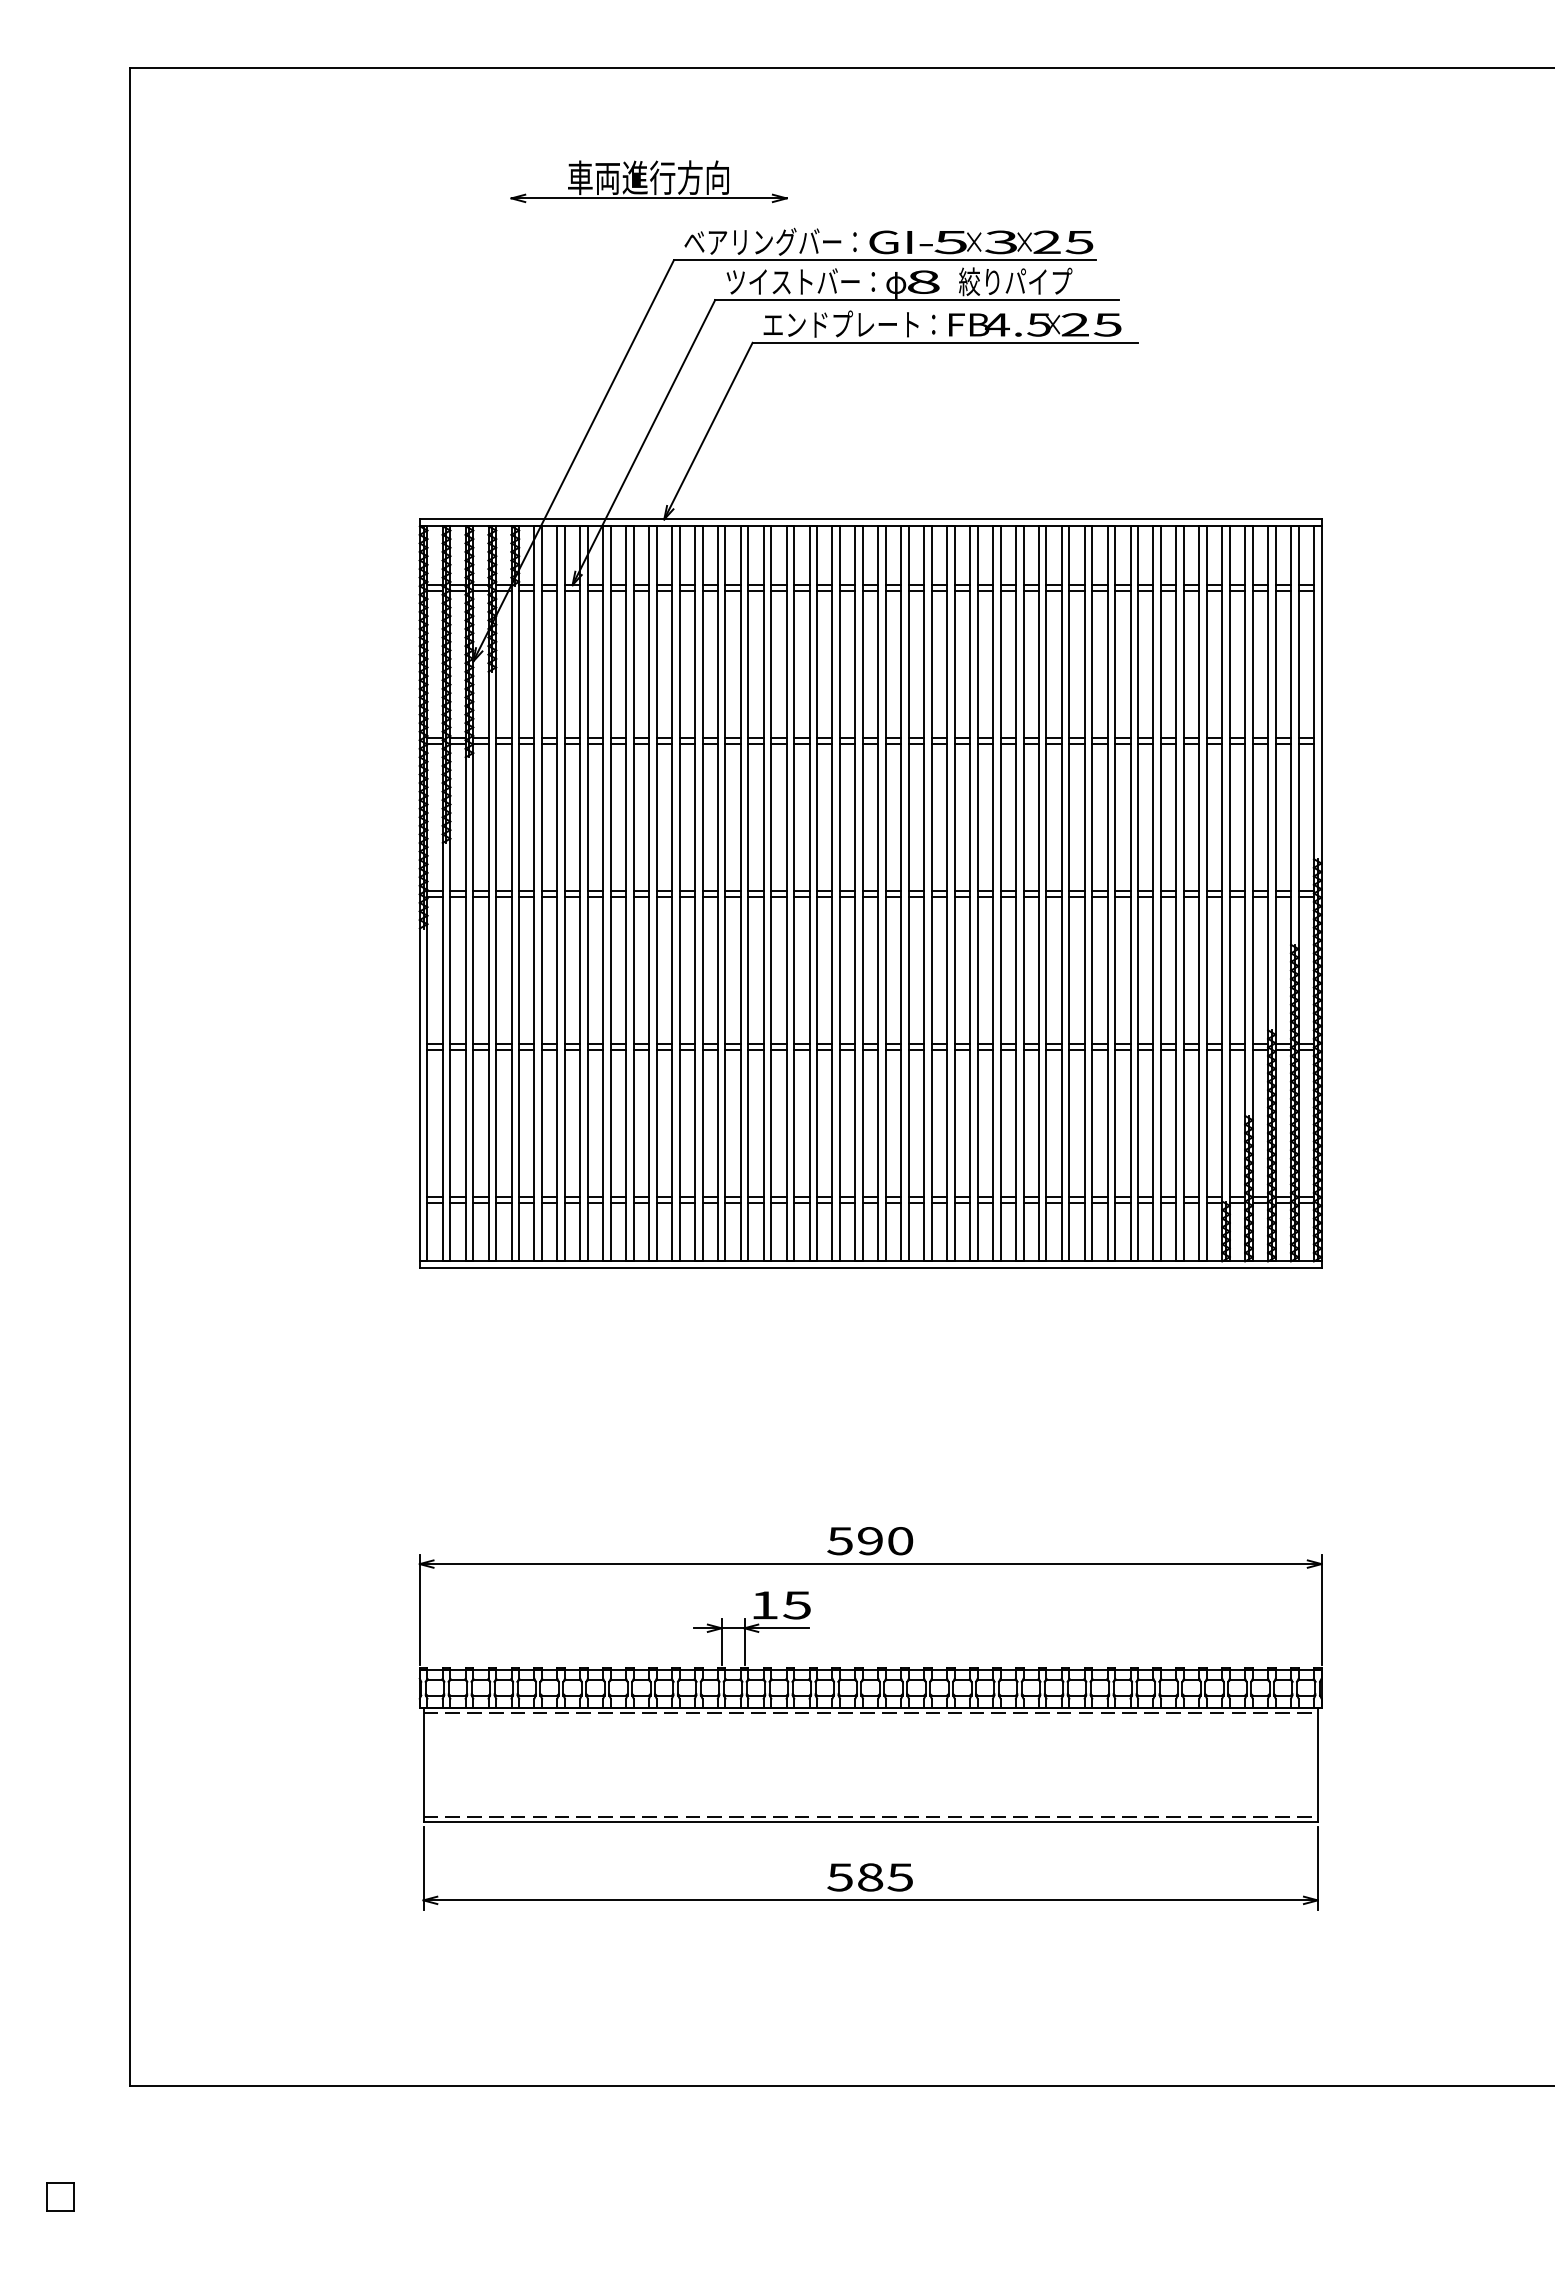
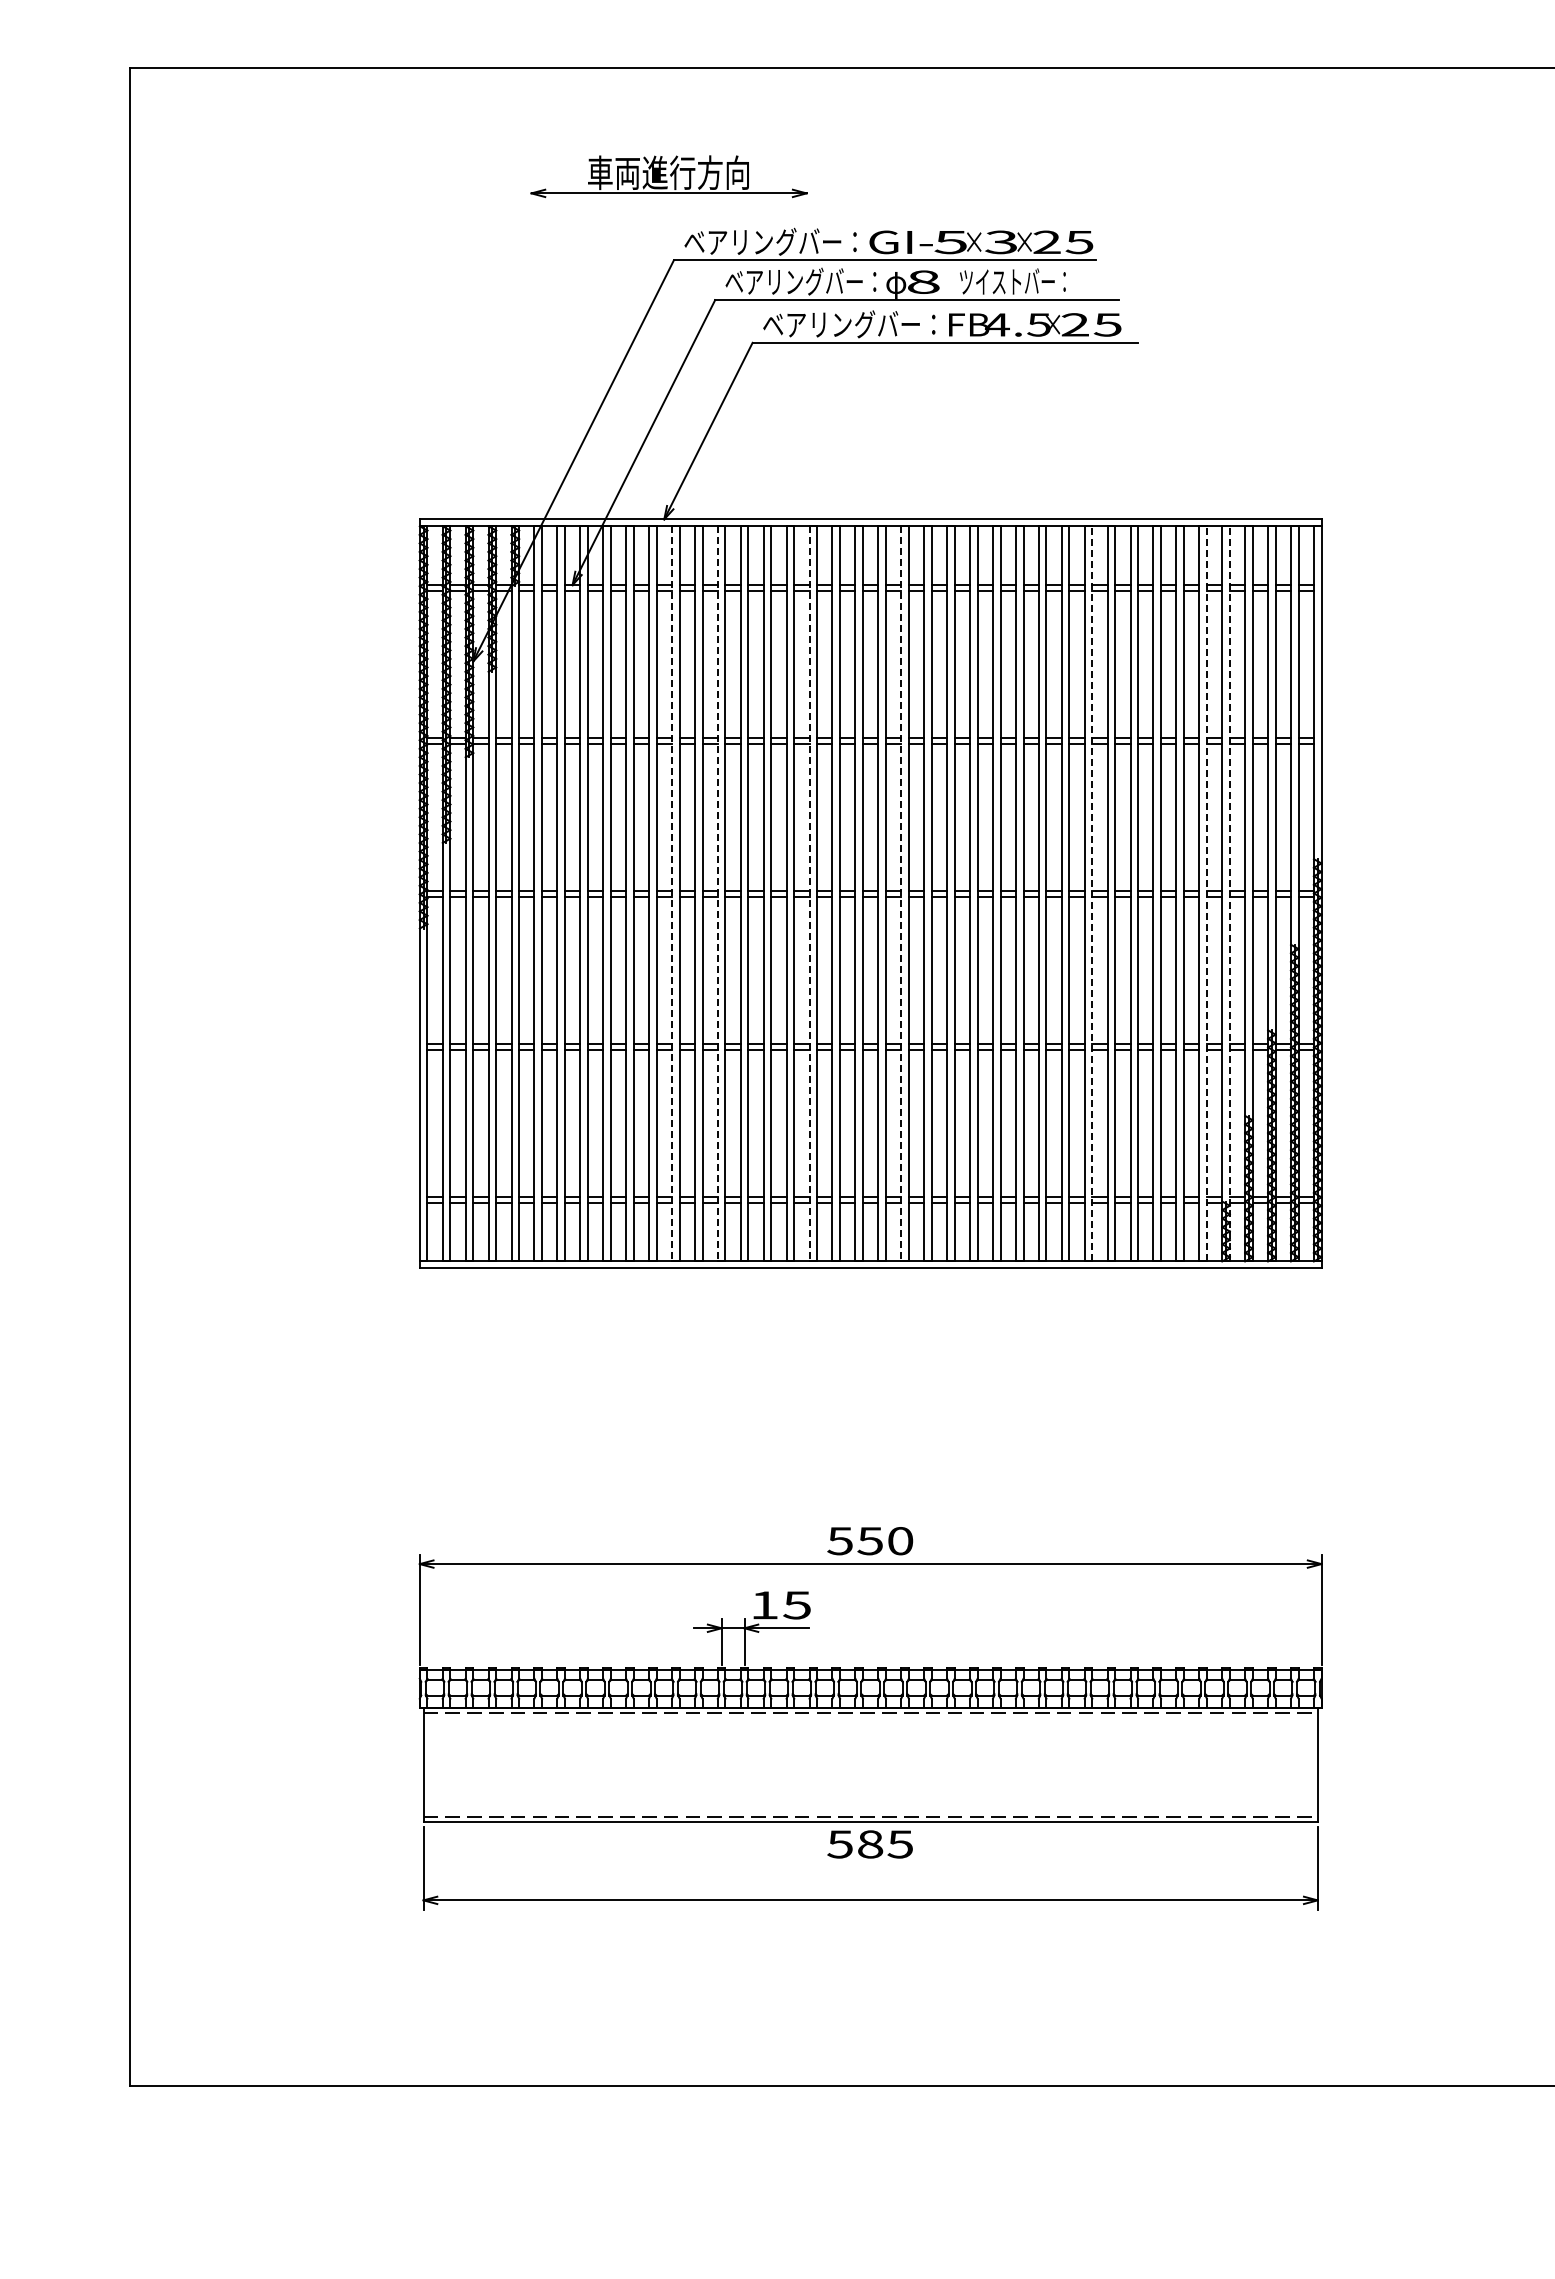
part at (648, 181) position: (648, 181) -> (668, 176)
text at (800, 281): ツイストバー： -> ベアリングバー：
text at (1015, 281): 絞りパイプ -> ツイストバー：
text at (841, 324): エンドプレート： -> ベアリングバー：
line at (671, 893): solid -> dashed
line at (717, 893): solid -> dashed
line at (809, 893): solid -> dashed
line at (901, 893): solid -> dashed
line at (1092, 893): solid -> dashed
line at (1206, 893): solid -> dashed
line at (1229, 893): solid -> dashed
text at (869, 1541): 590 -> 550
text at (869, 1877) position: (869, 1877) -> (869, 1844)
part at (60, 2196): present -> none
